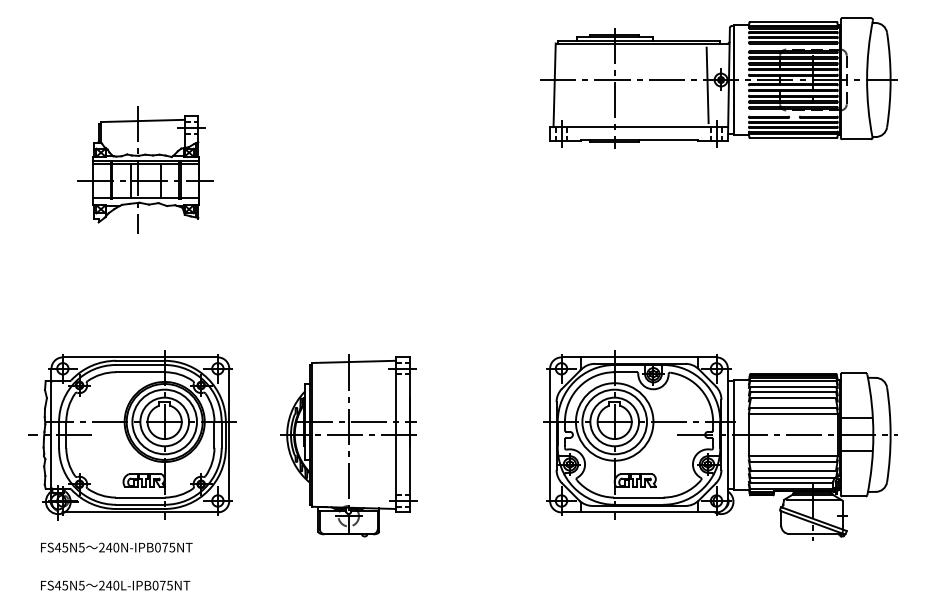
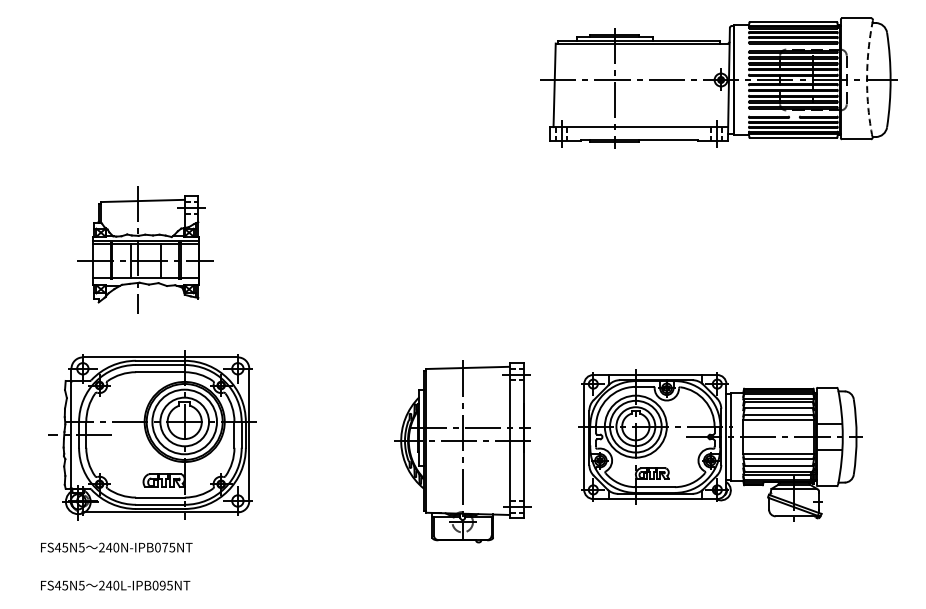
arc at (867, 79): solid -> dashed
line at (707, 85): present -> none
part at (145, 169) position: (145, 169) -> (145, 249)
part at (132, 435) position: (132, 435) -> (152, 435)
part at (348, 445) position: (348, 445) -> (462, 451)
part at (720, 445) size: 355x191 px -> 285x153 px
text at (162, 585): 240L-IPB075NT -> 240L-IPB095NT
